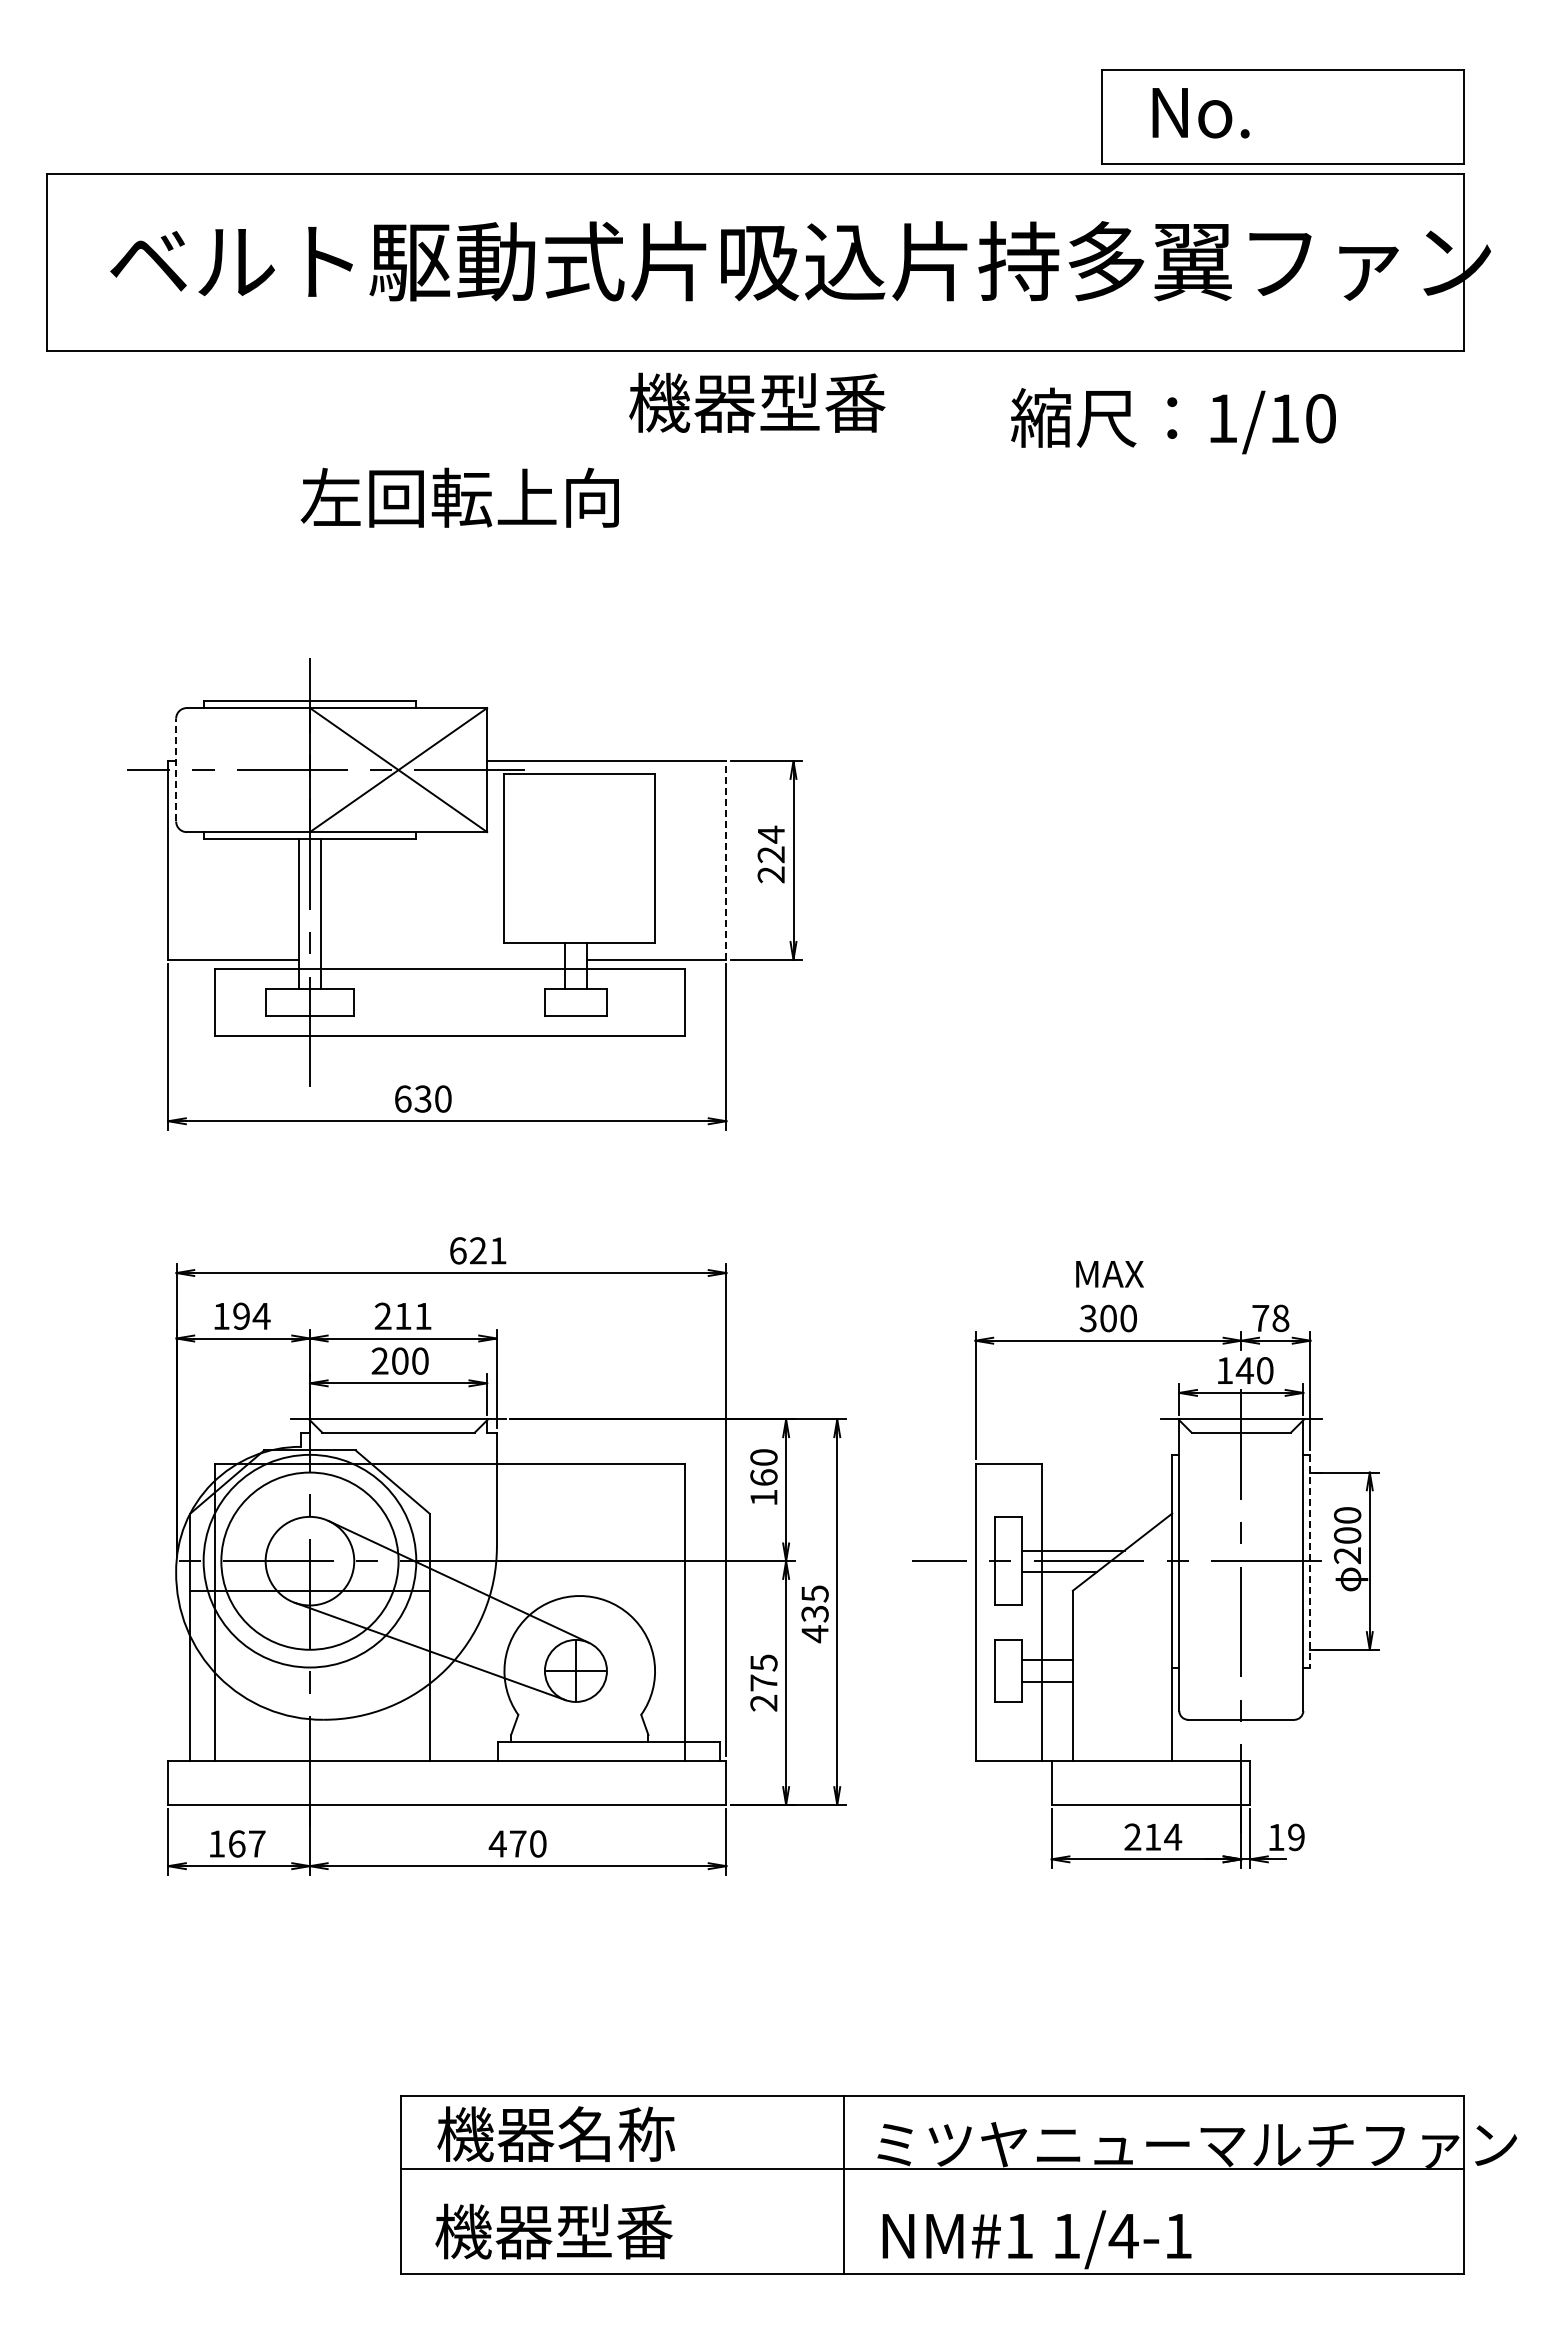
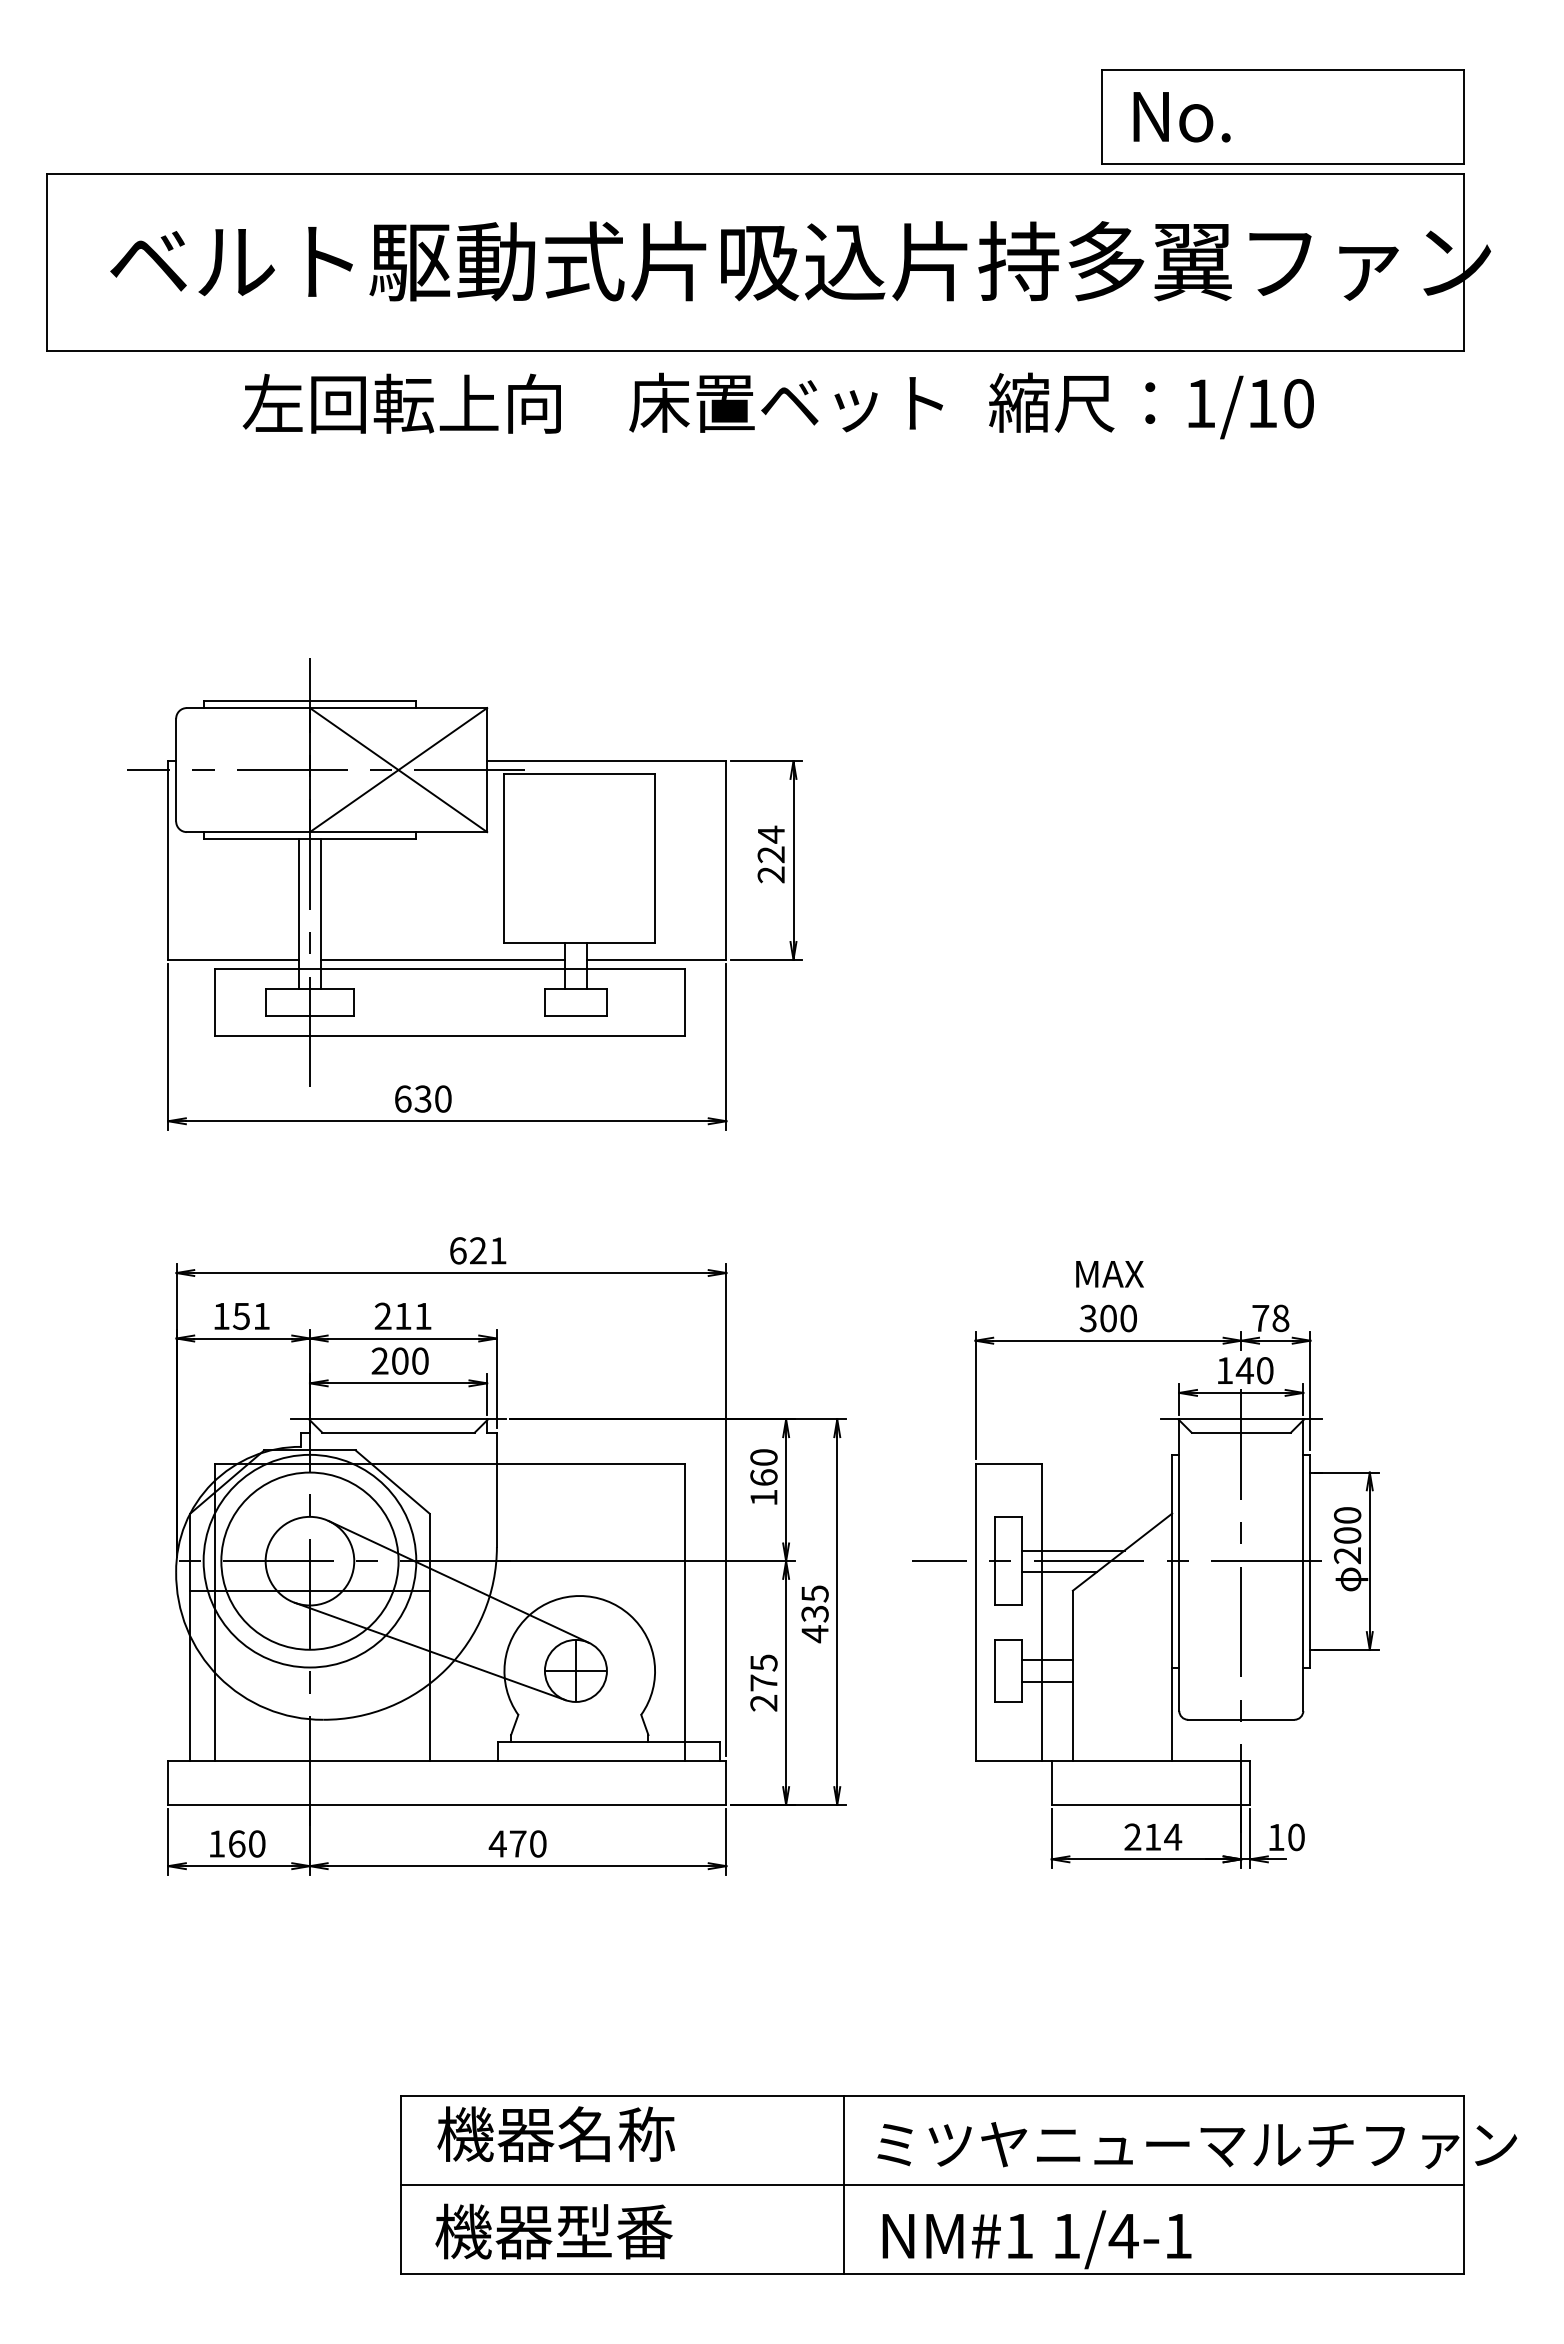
text at (1200, 113) position: (1200, 113) -> (1181, 117)
text at (786, 402): 機器型番 -> 床置ベット
text at (1173, 420) position: (1173, 420) -> (1151, 405)
text at (459, 497) position: (459, 497) -> (401, 403)
line at (176, 769): dashed -> solid
line at (726, 859): dashed -> solid
line at (442, 959): none -> present
text at (251, 1315): 194 -> 151
line at (1310, 1561): dashed -> solid
text at (1296, 1837): 19 -> 10
text at (257, 1843): 167 -> 160
line at (932, 2169) position: (932, 2169) -> (932, 2185)
